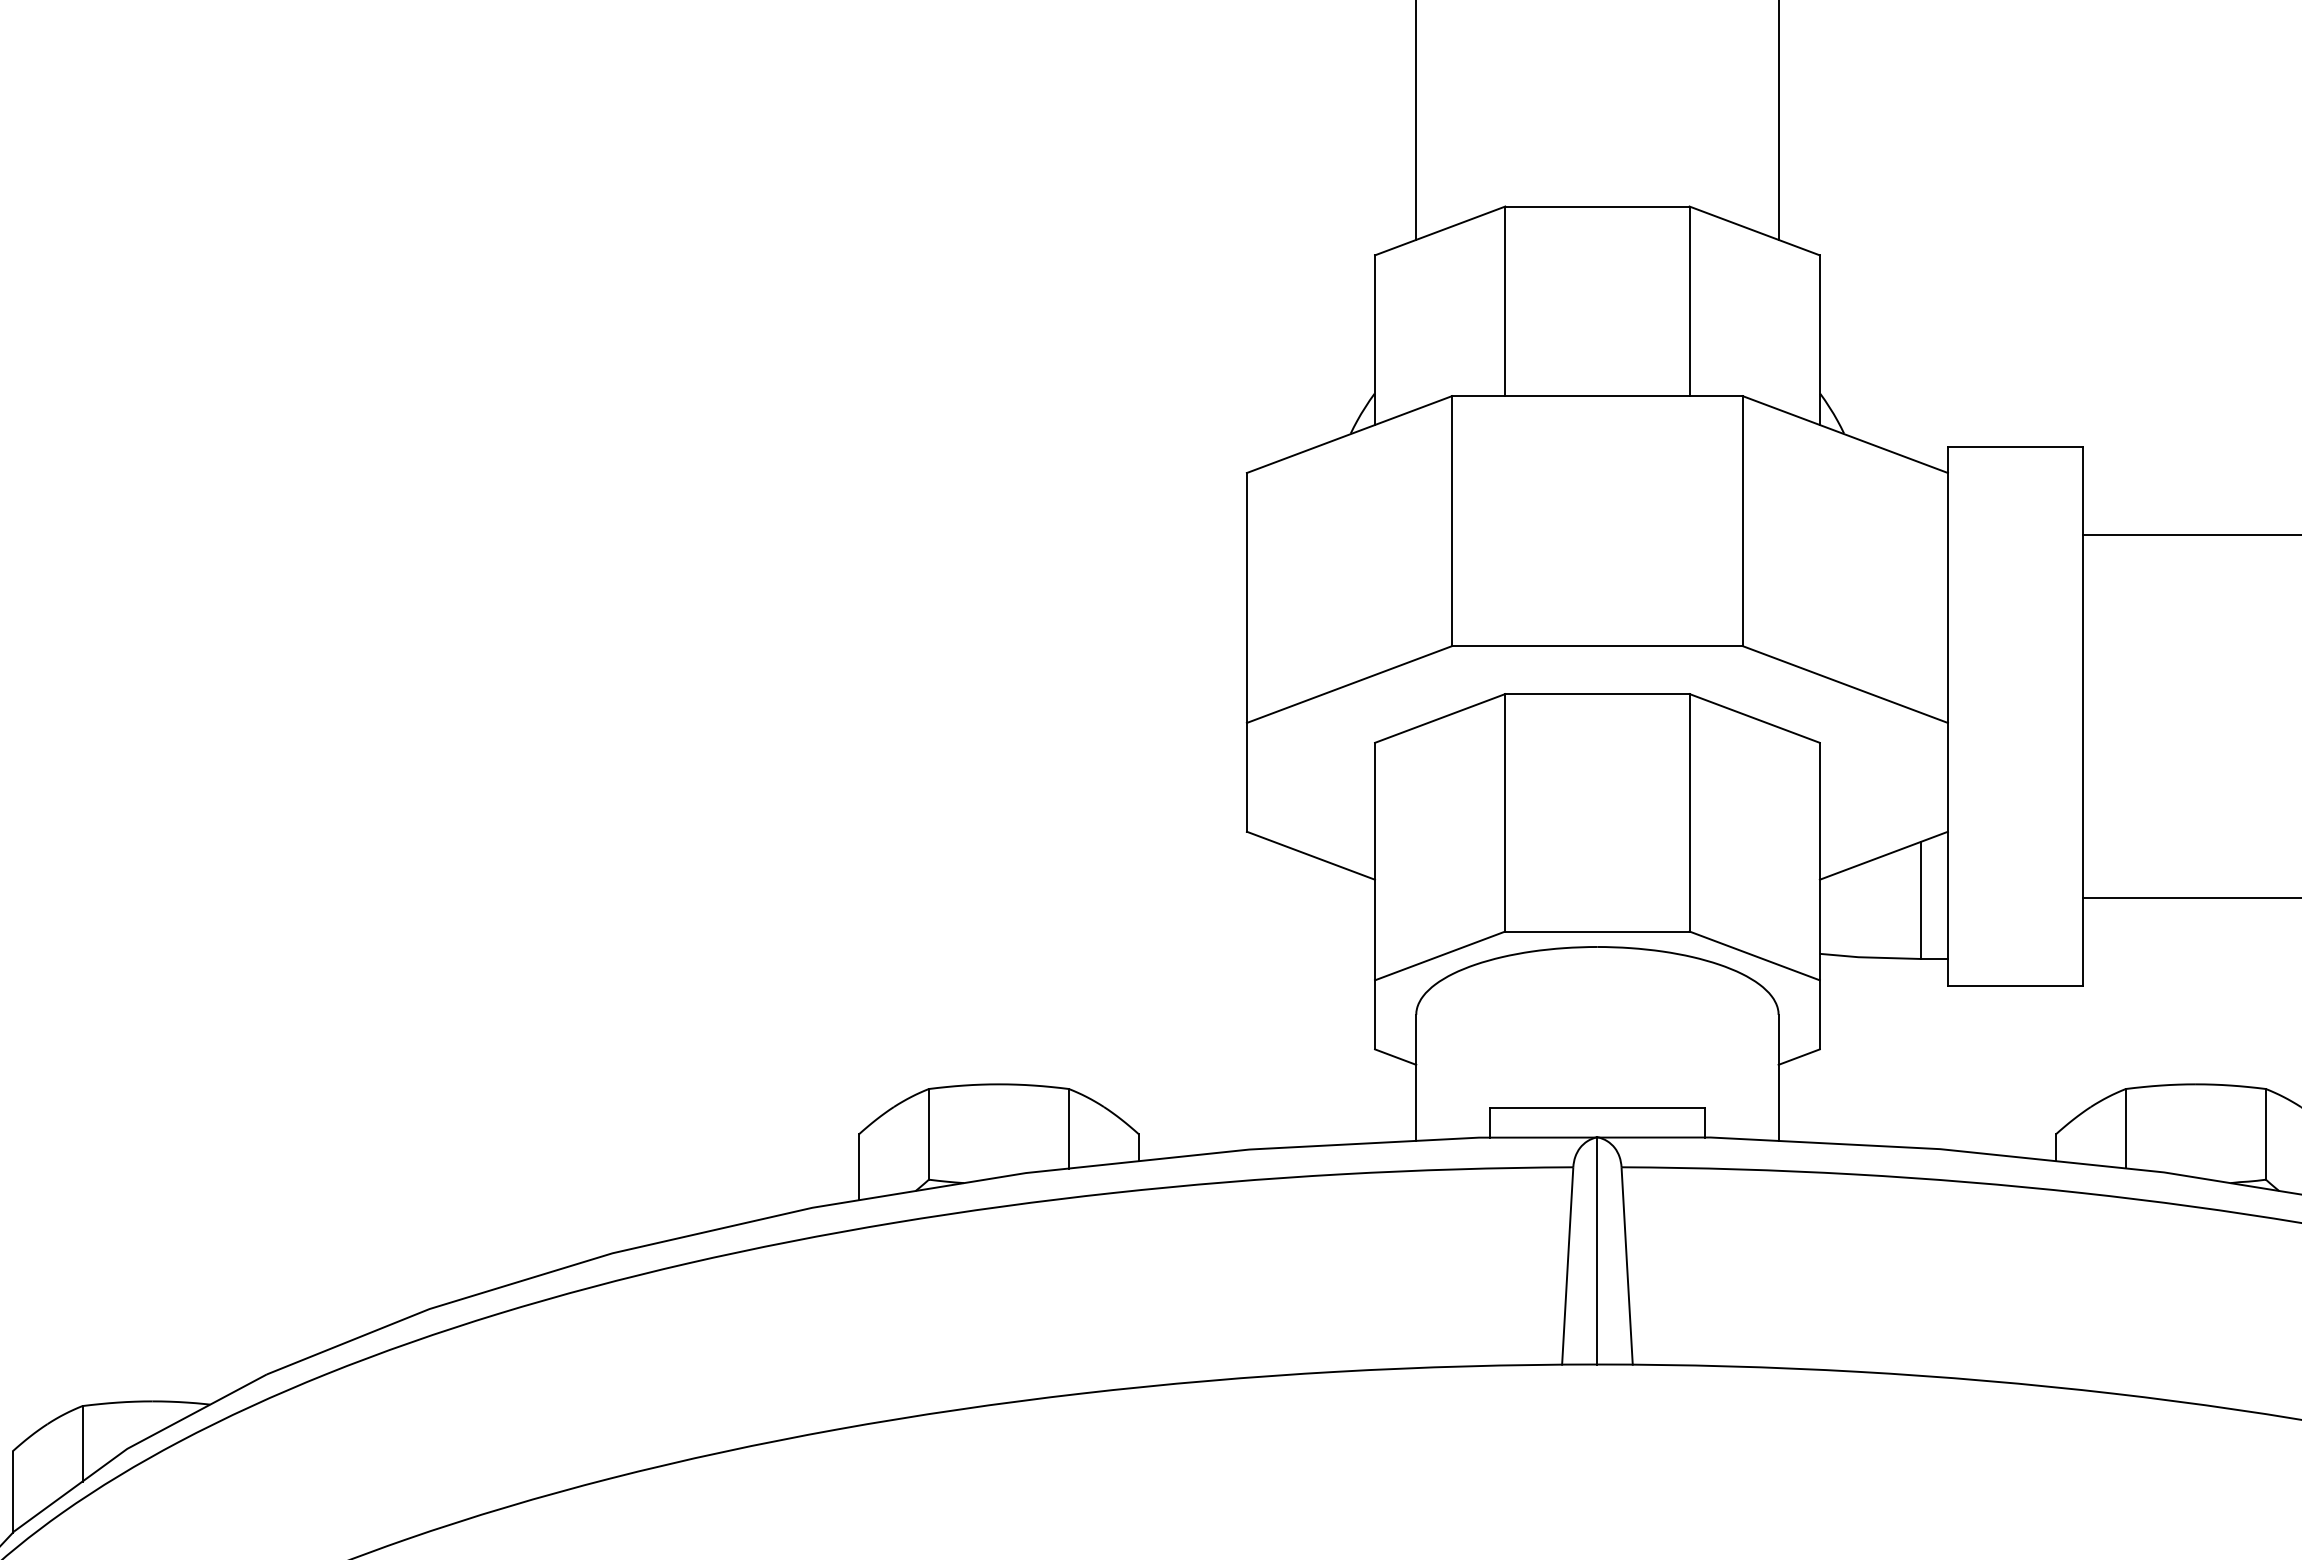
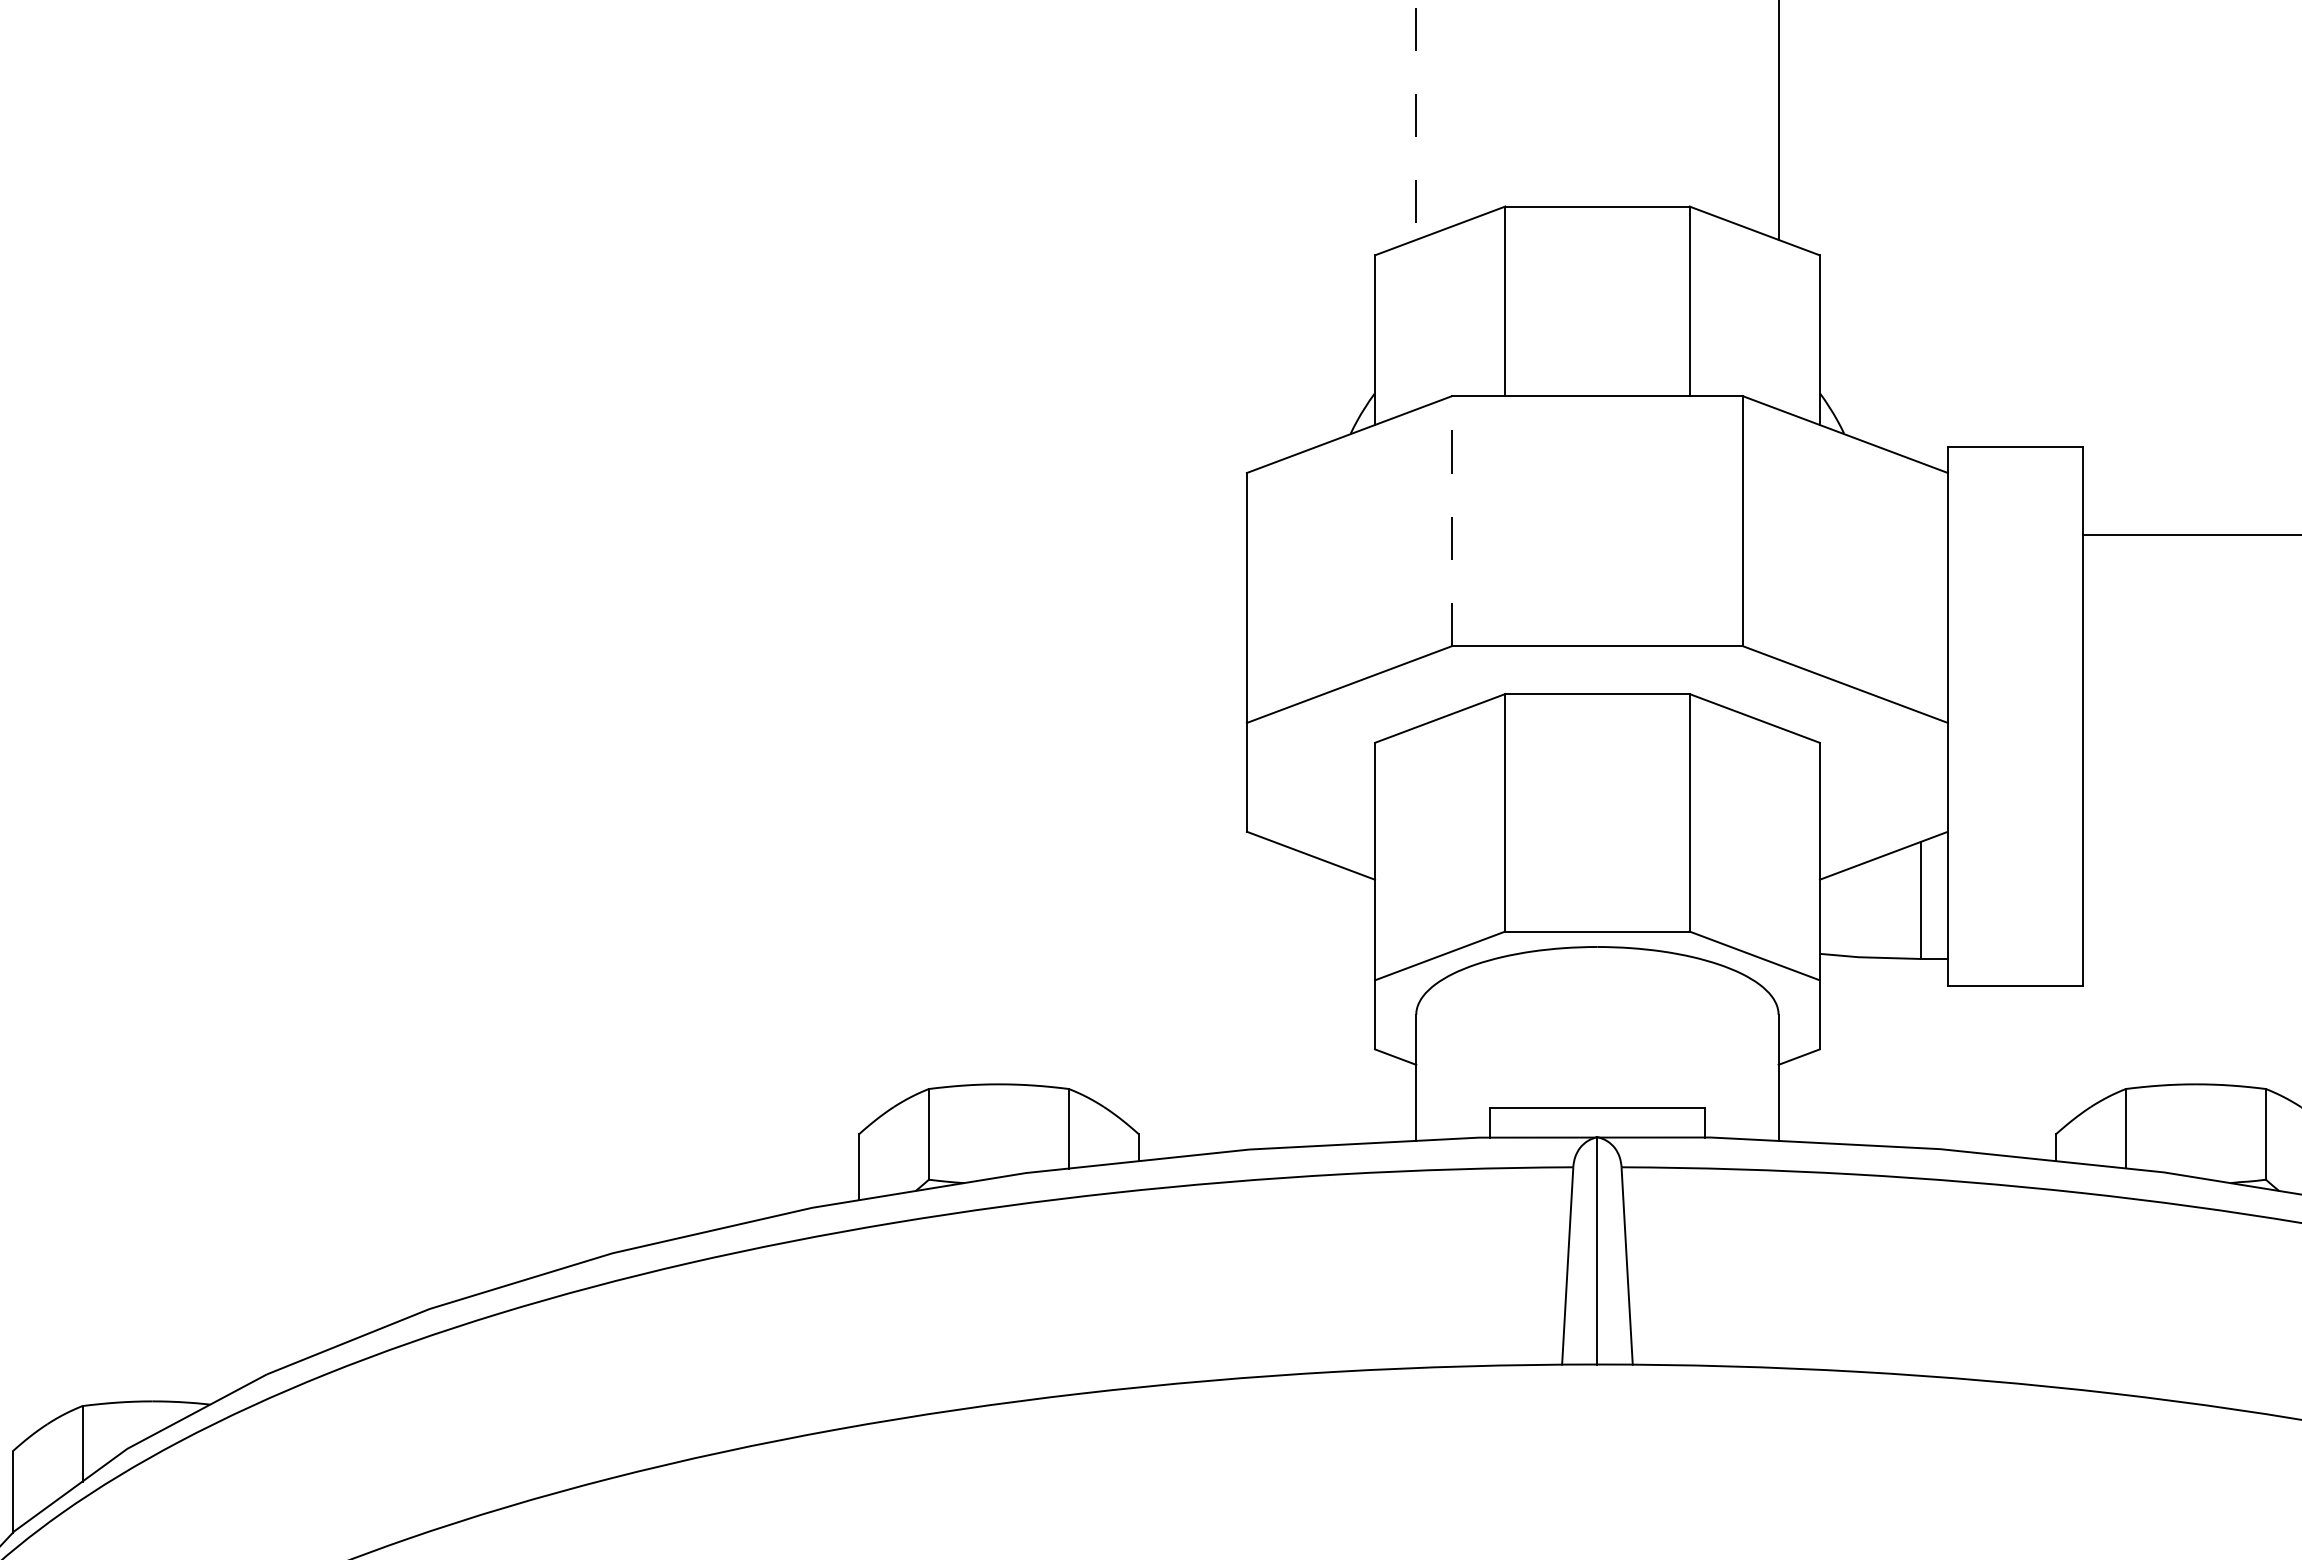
line at (1416, 120): solid -> dashed
line at (1452, 520): solid -> dashed
line at (2190, 897): present -> none
